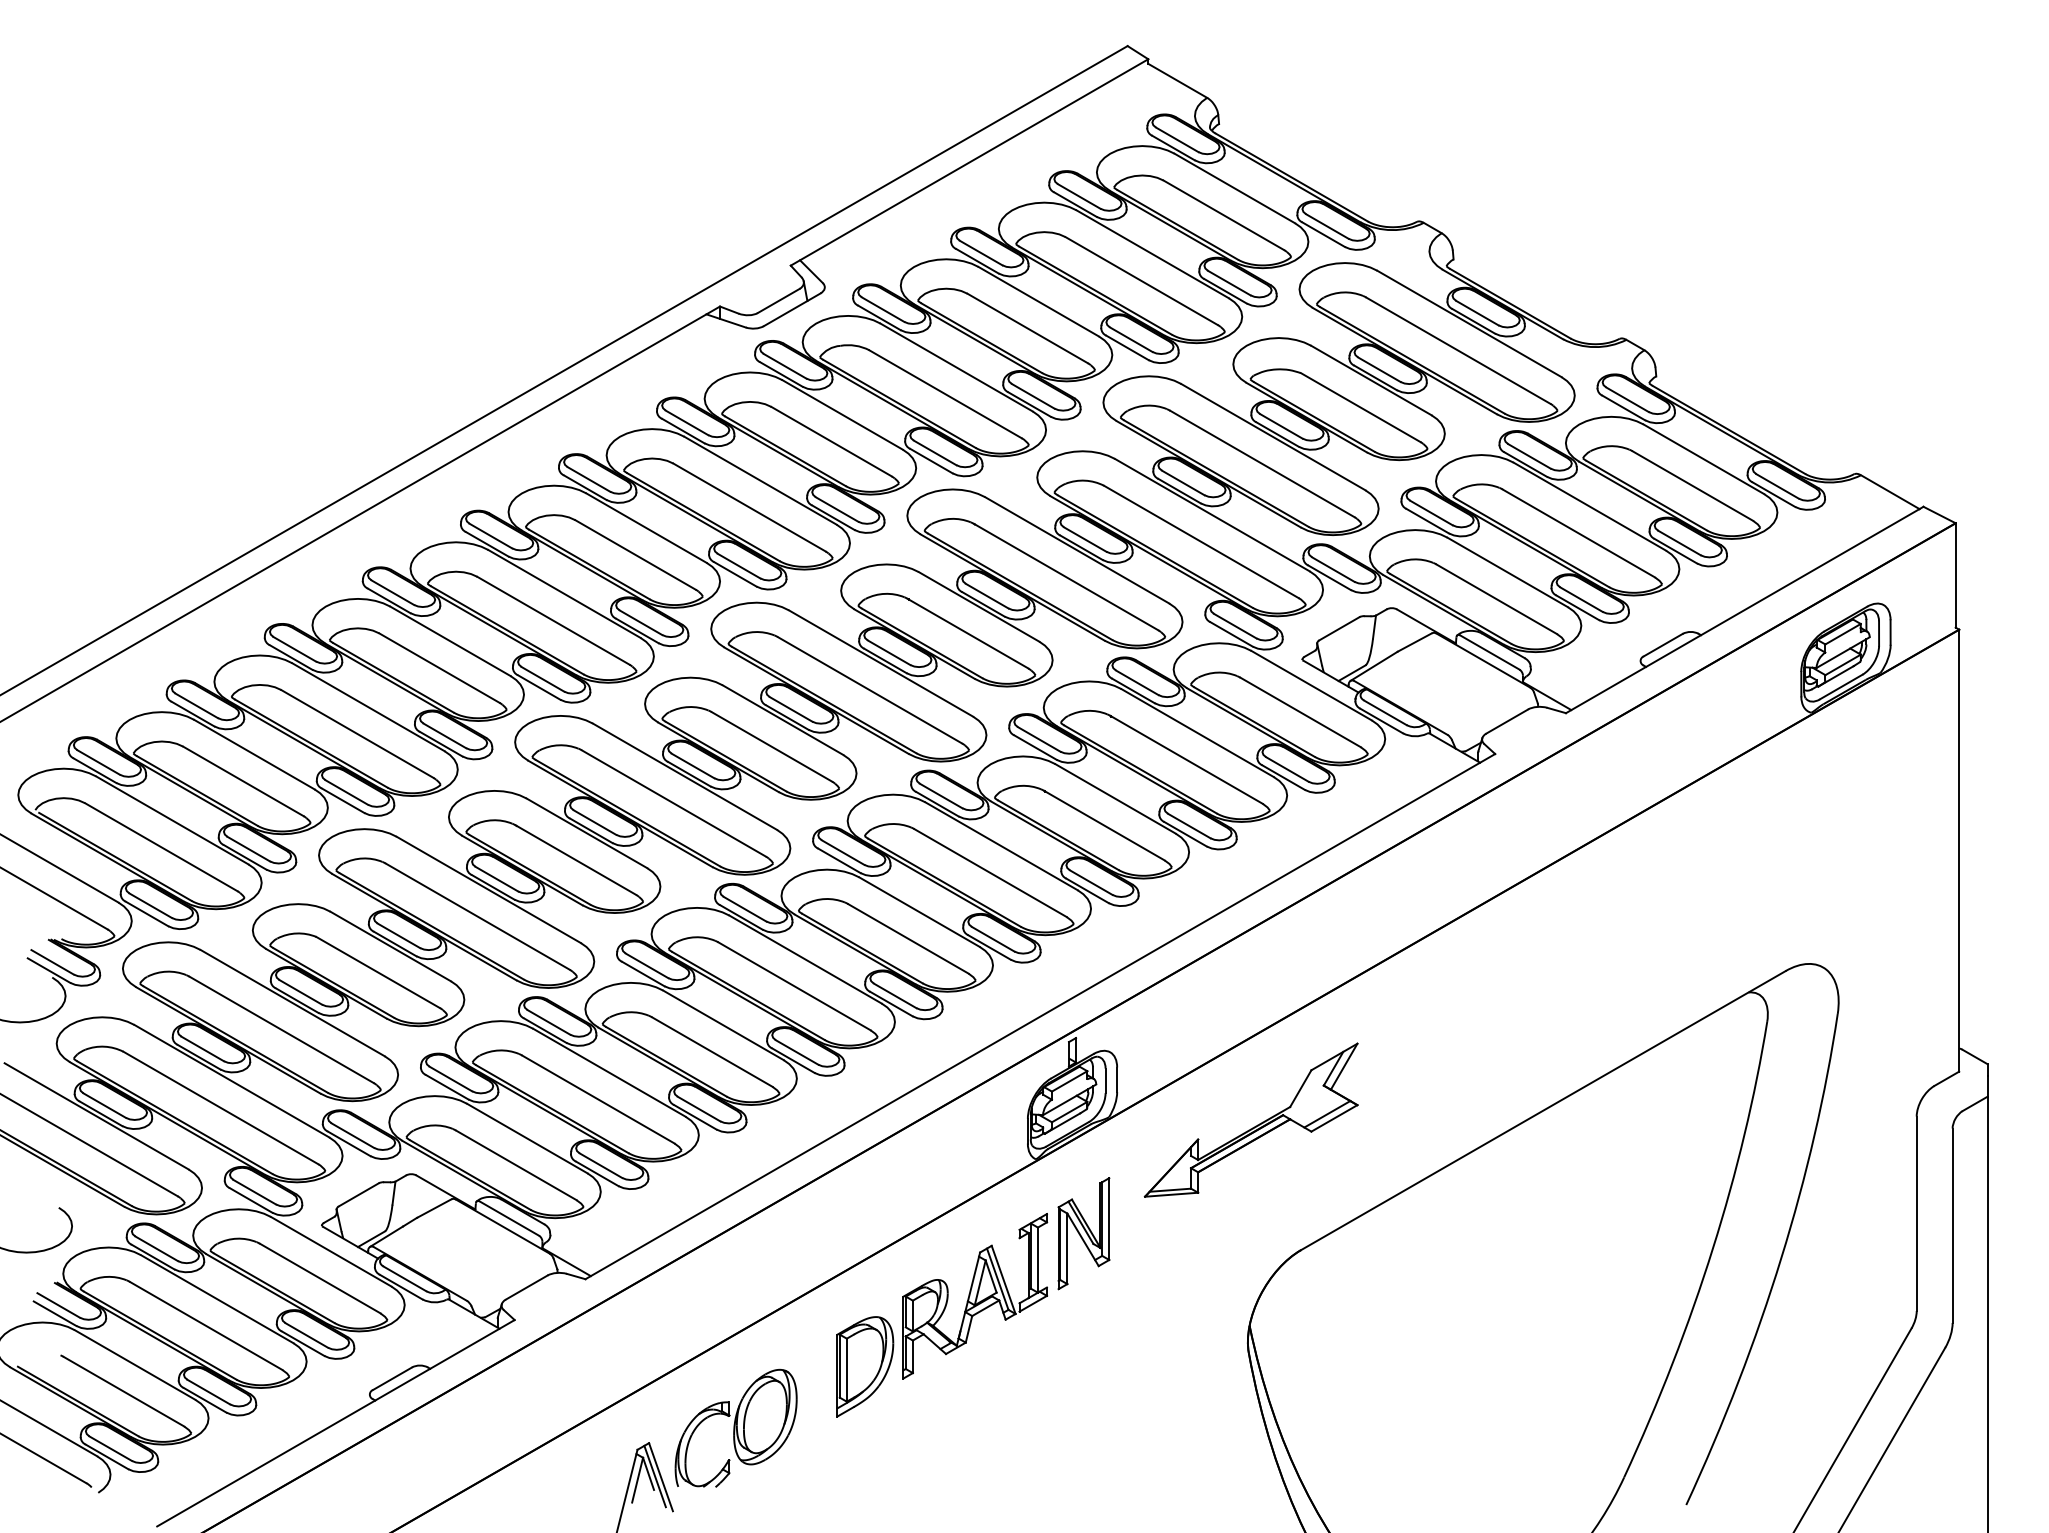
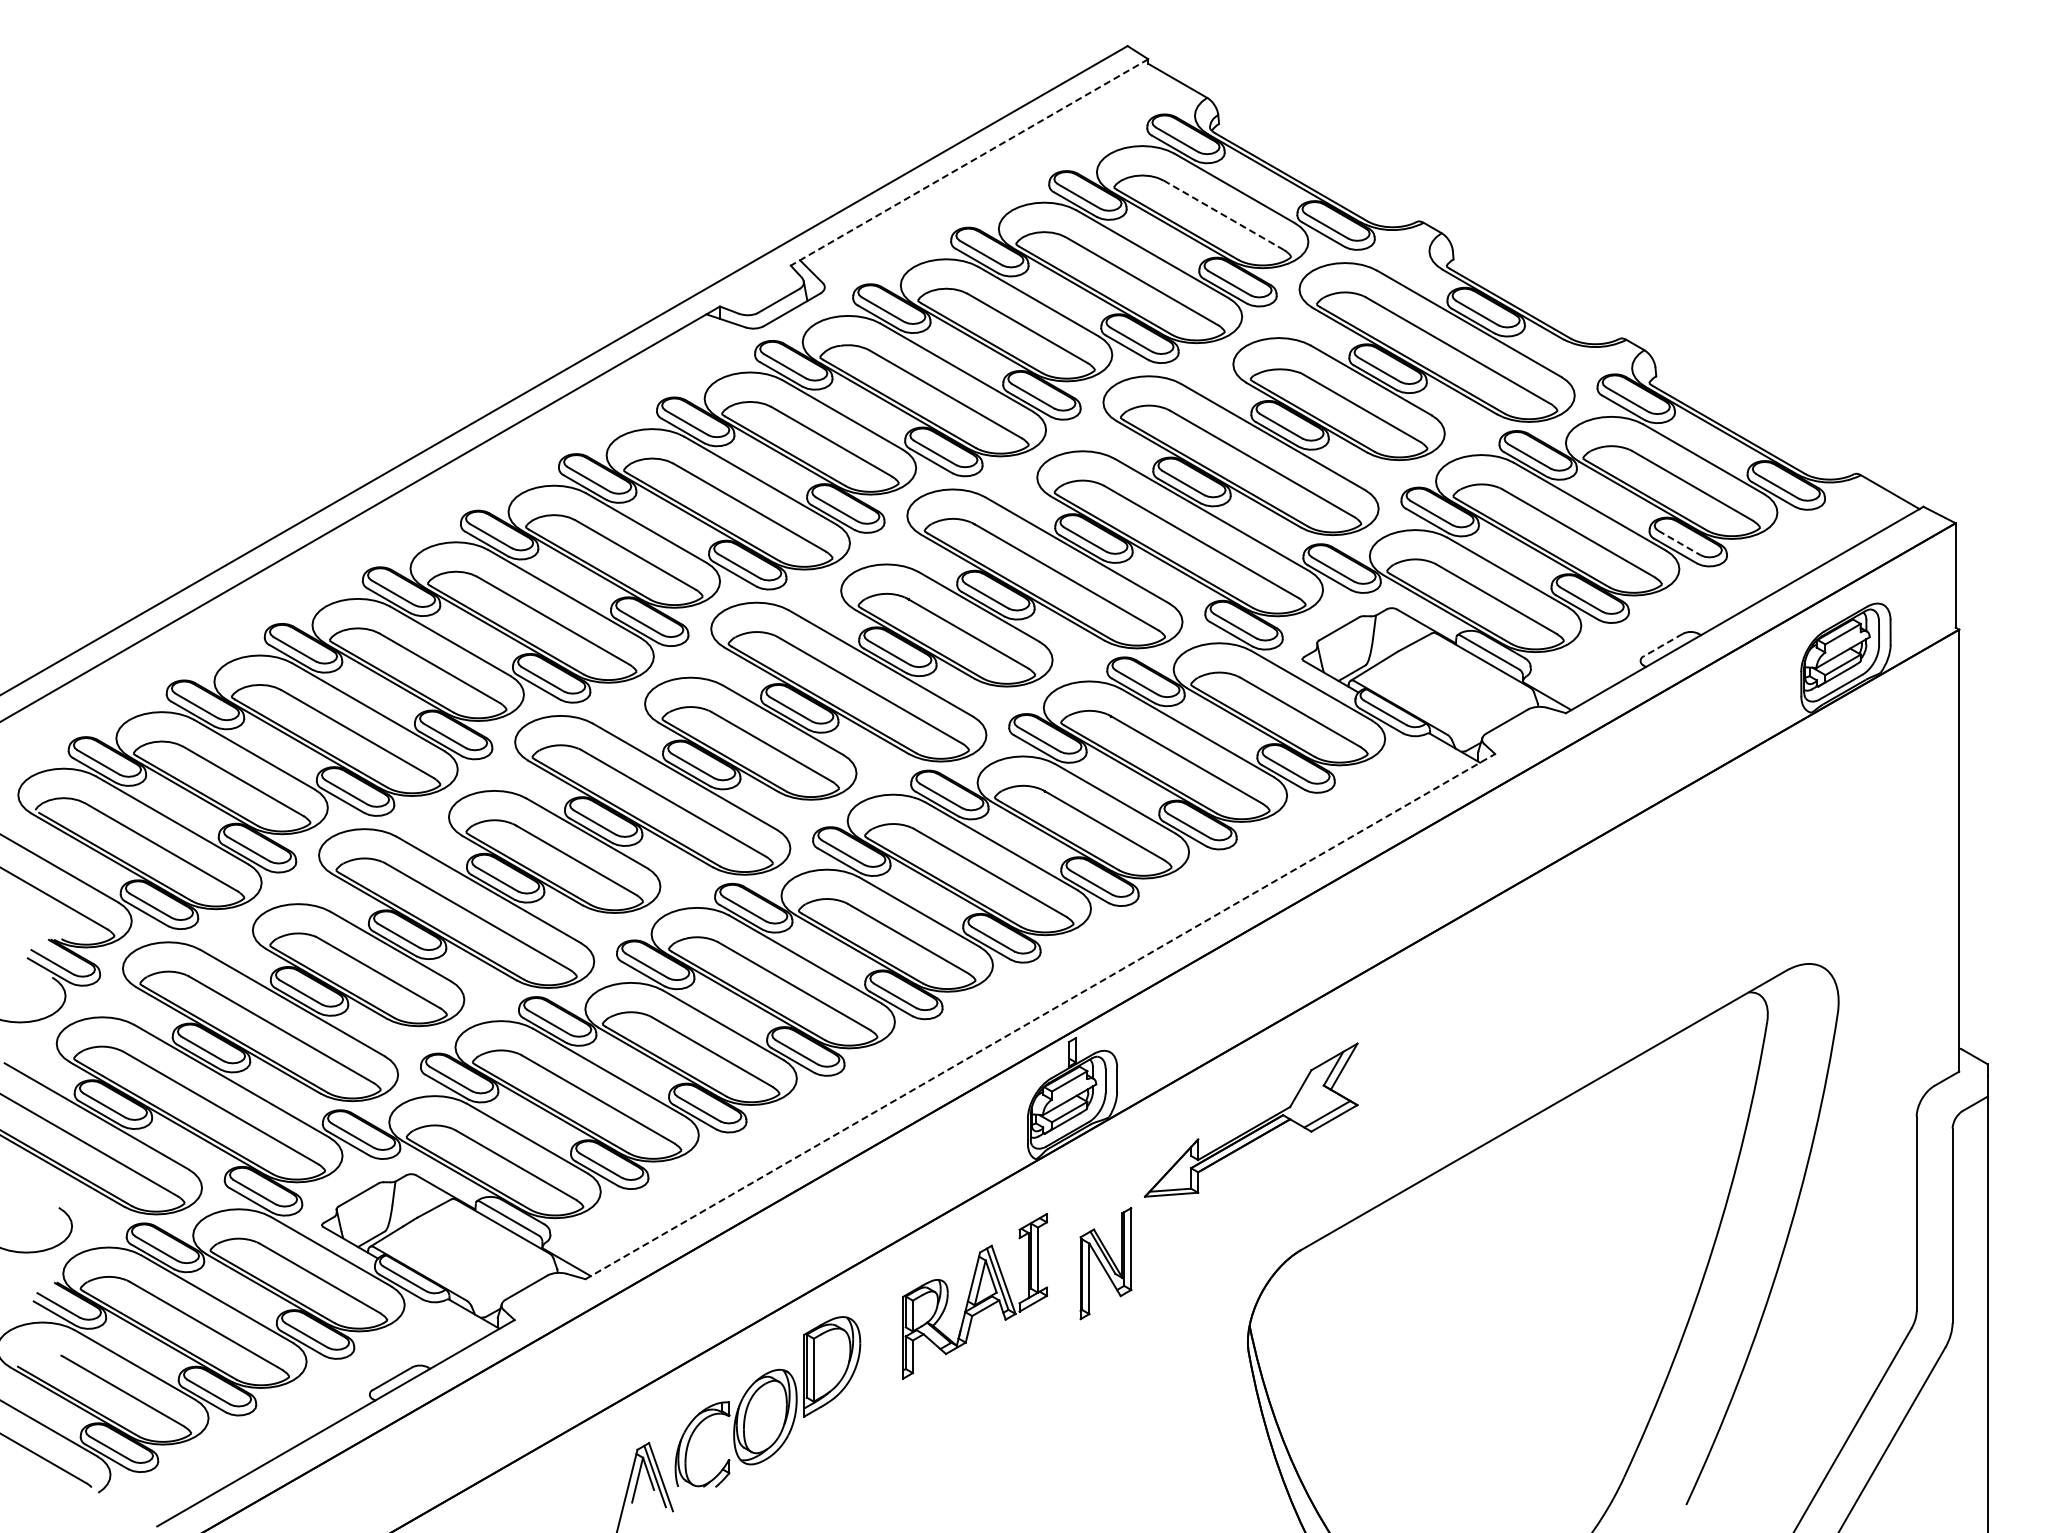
line at (969, 162): solid -> dashed
line at (1223, 215): solid -> dashed
line at (1679, 543): solid -> dashed
line at (1662, 645): solid -> dashed
line at (1040, 1016): solid -> dashed
part at (1083, 1233) position: (1083, 1233) -> (1105, 1263)
part at (865, 1366) position: (865, 1366) -> (832, 1366)
